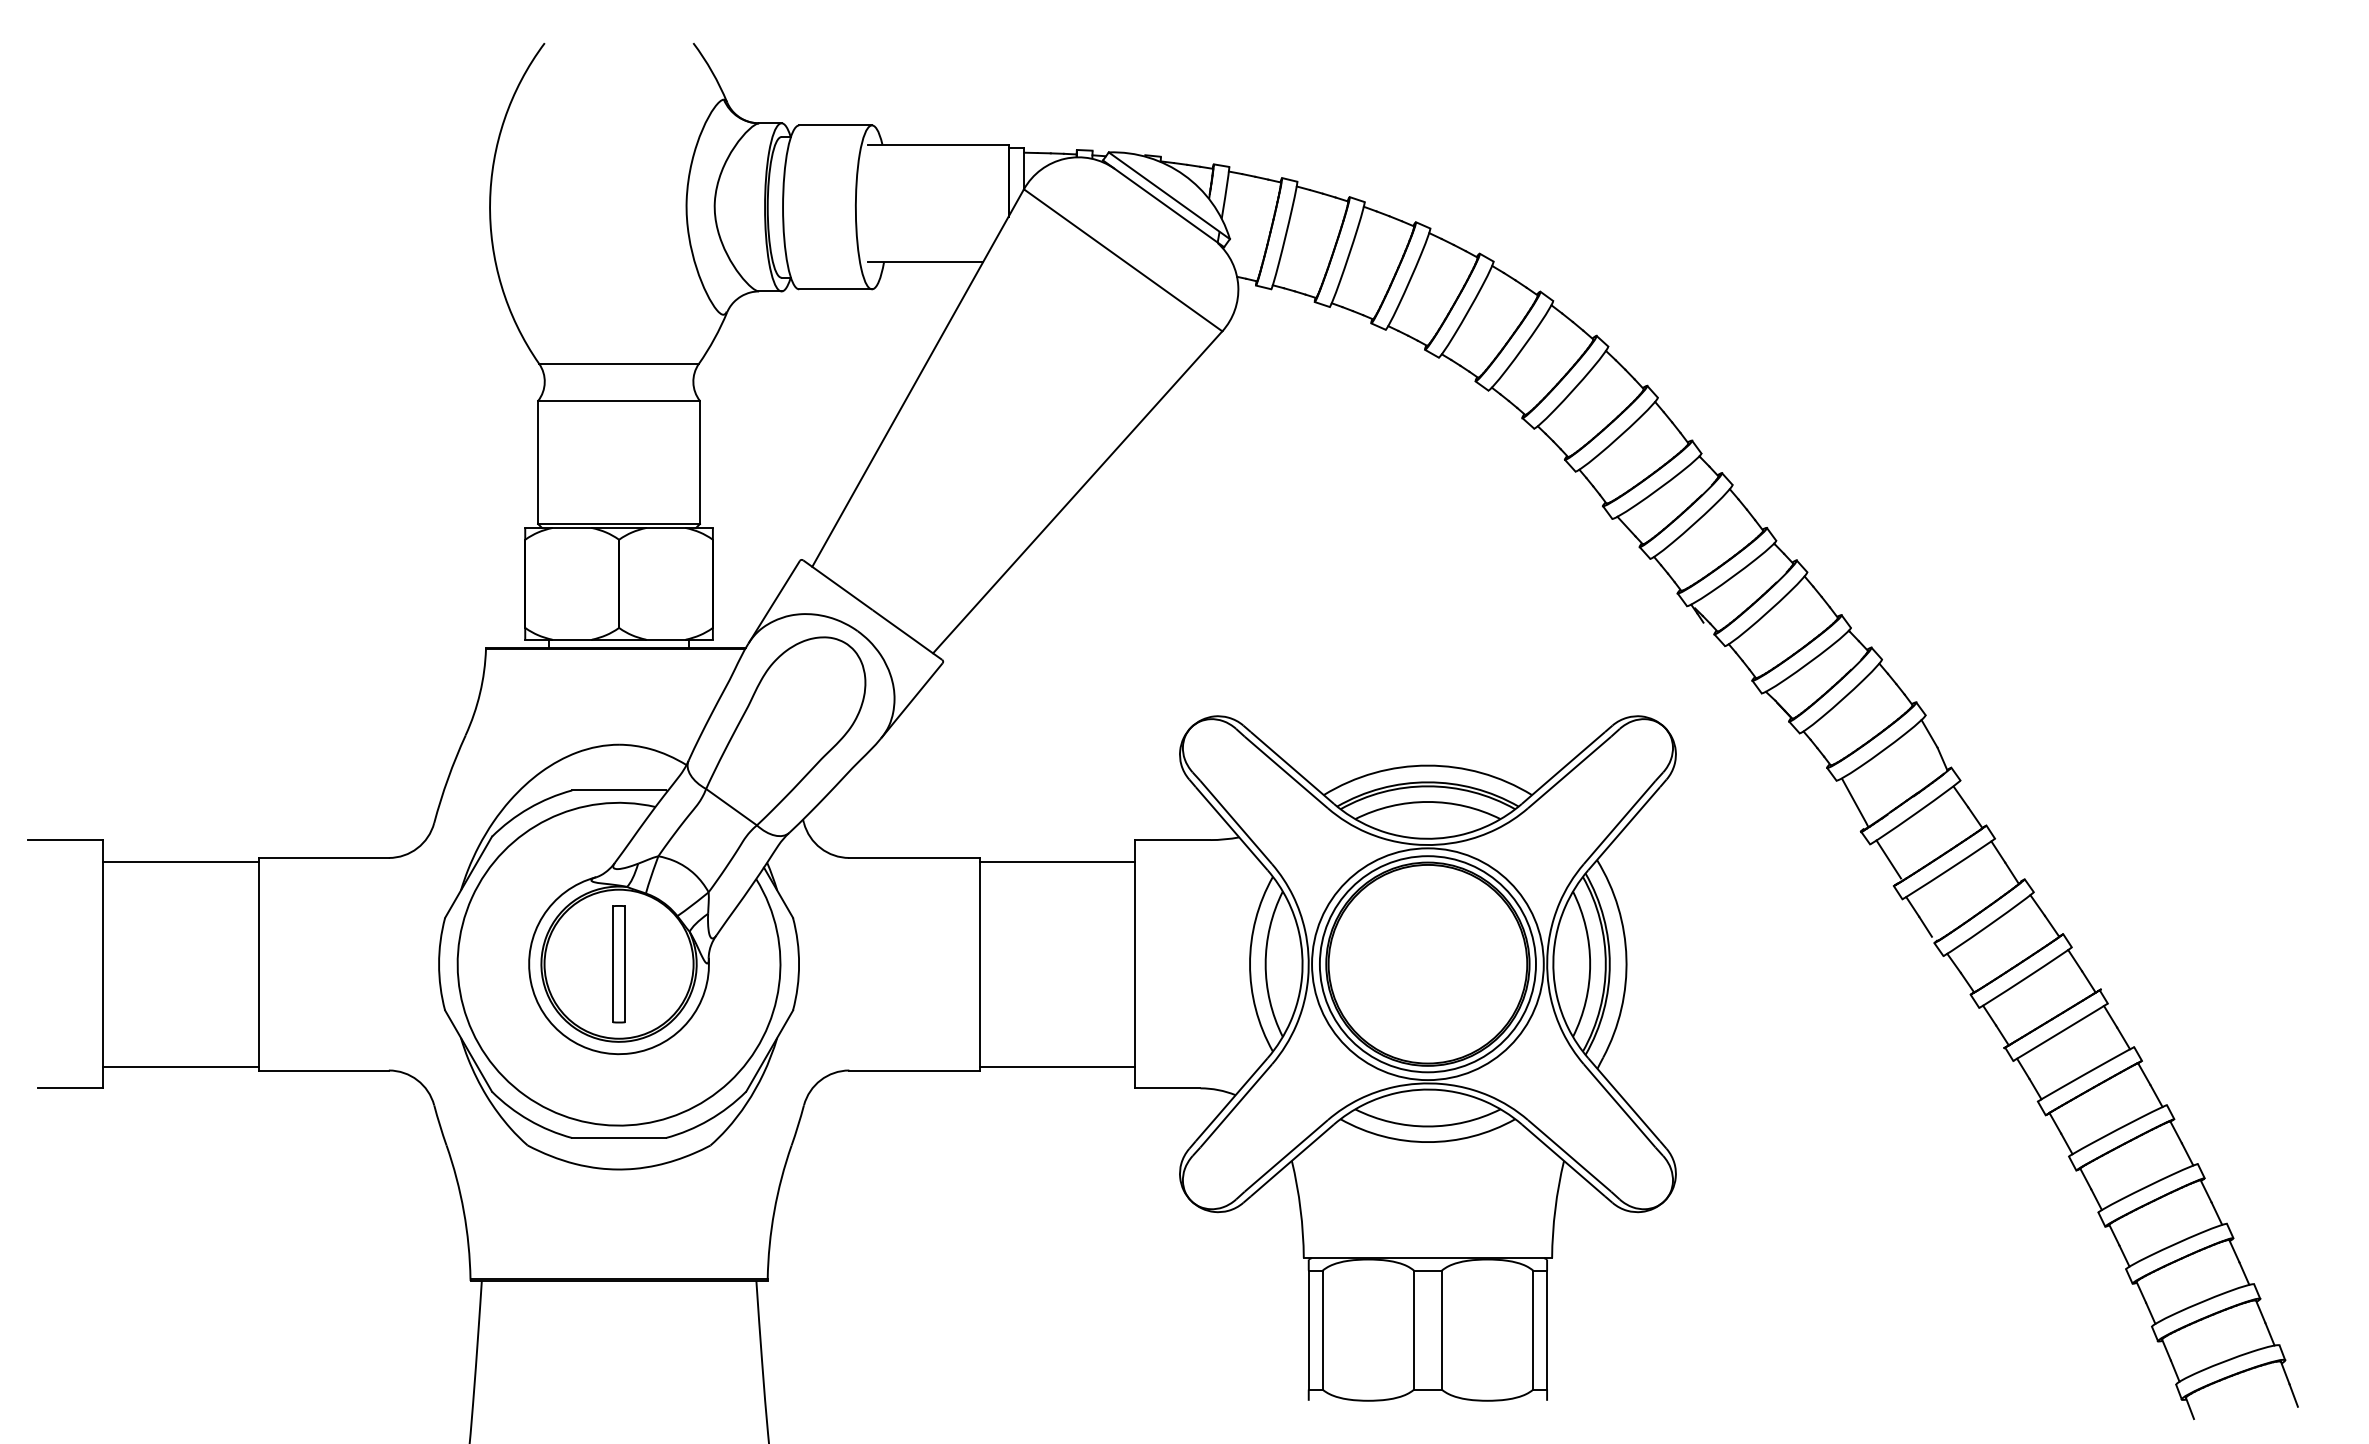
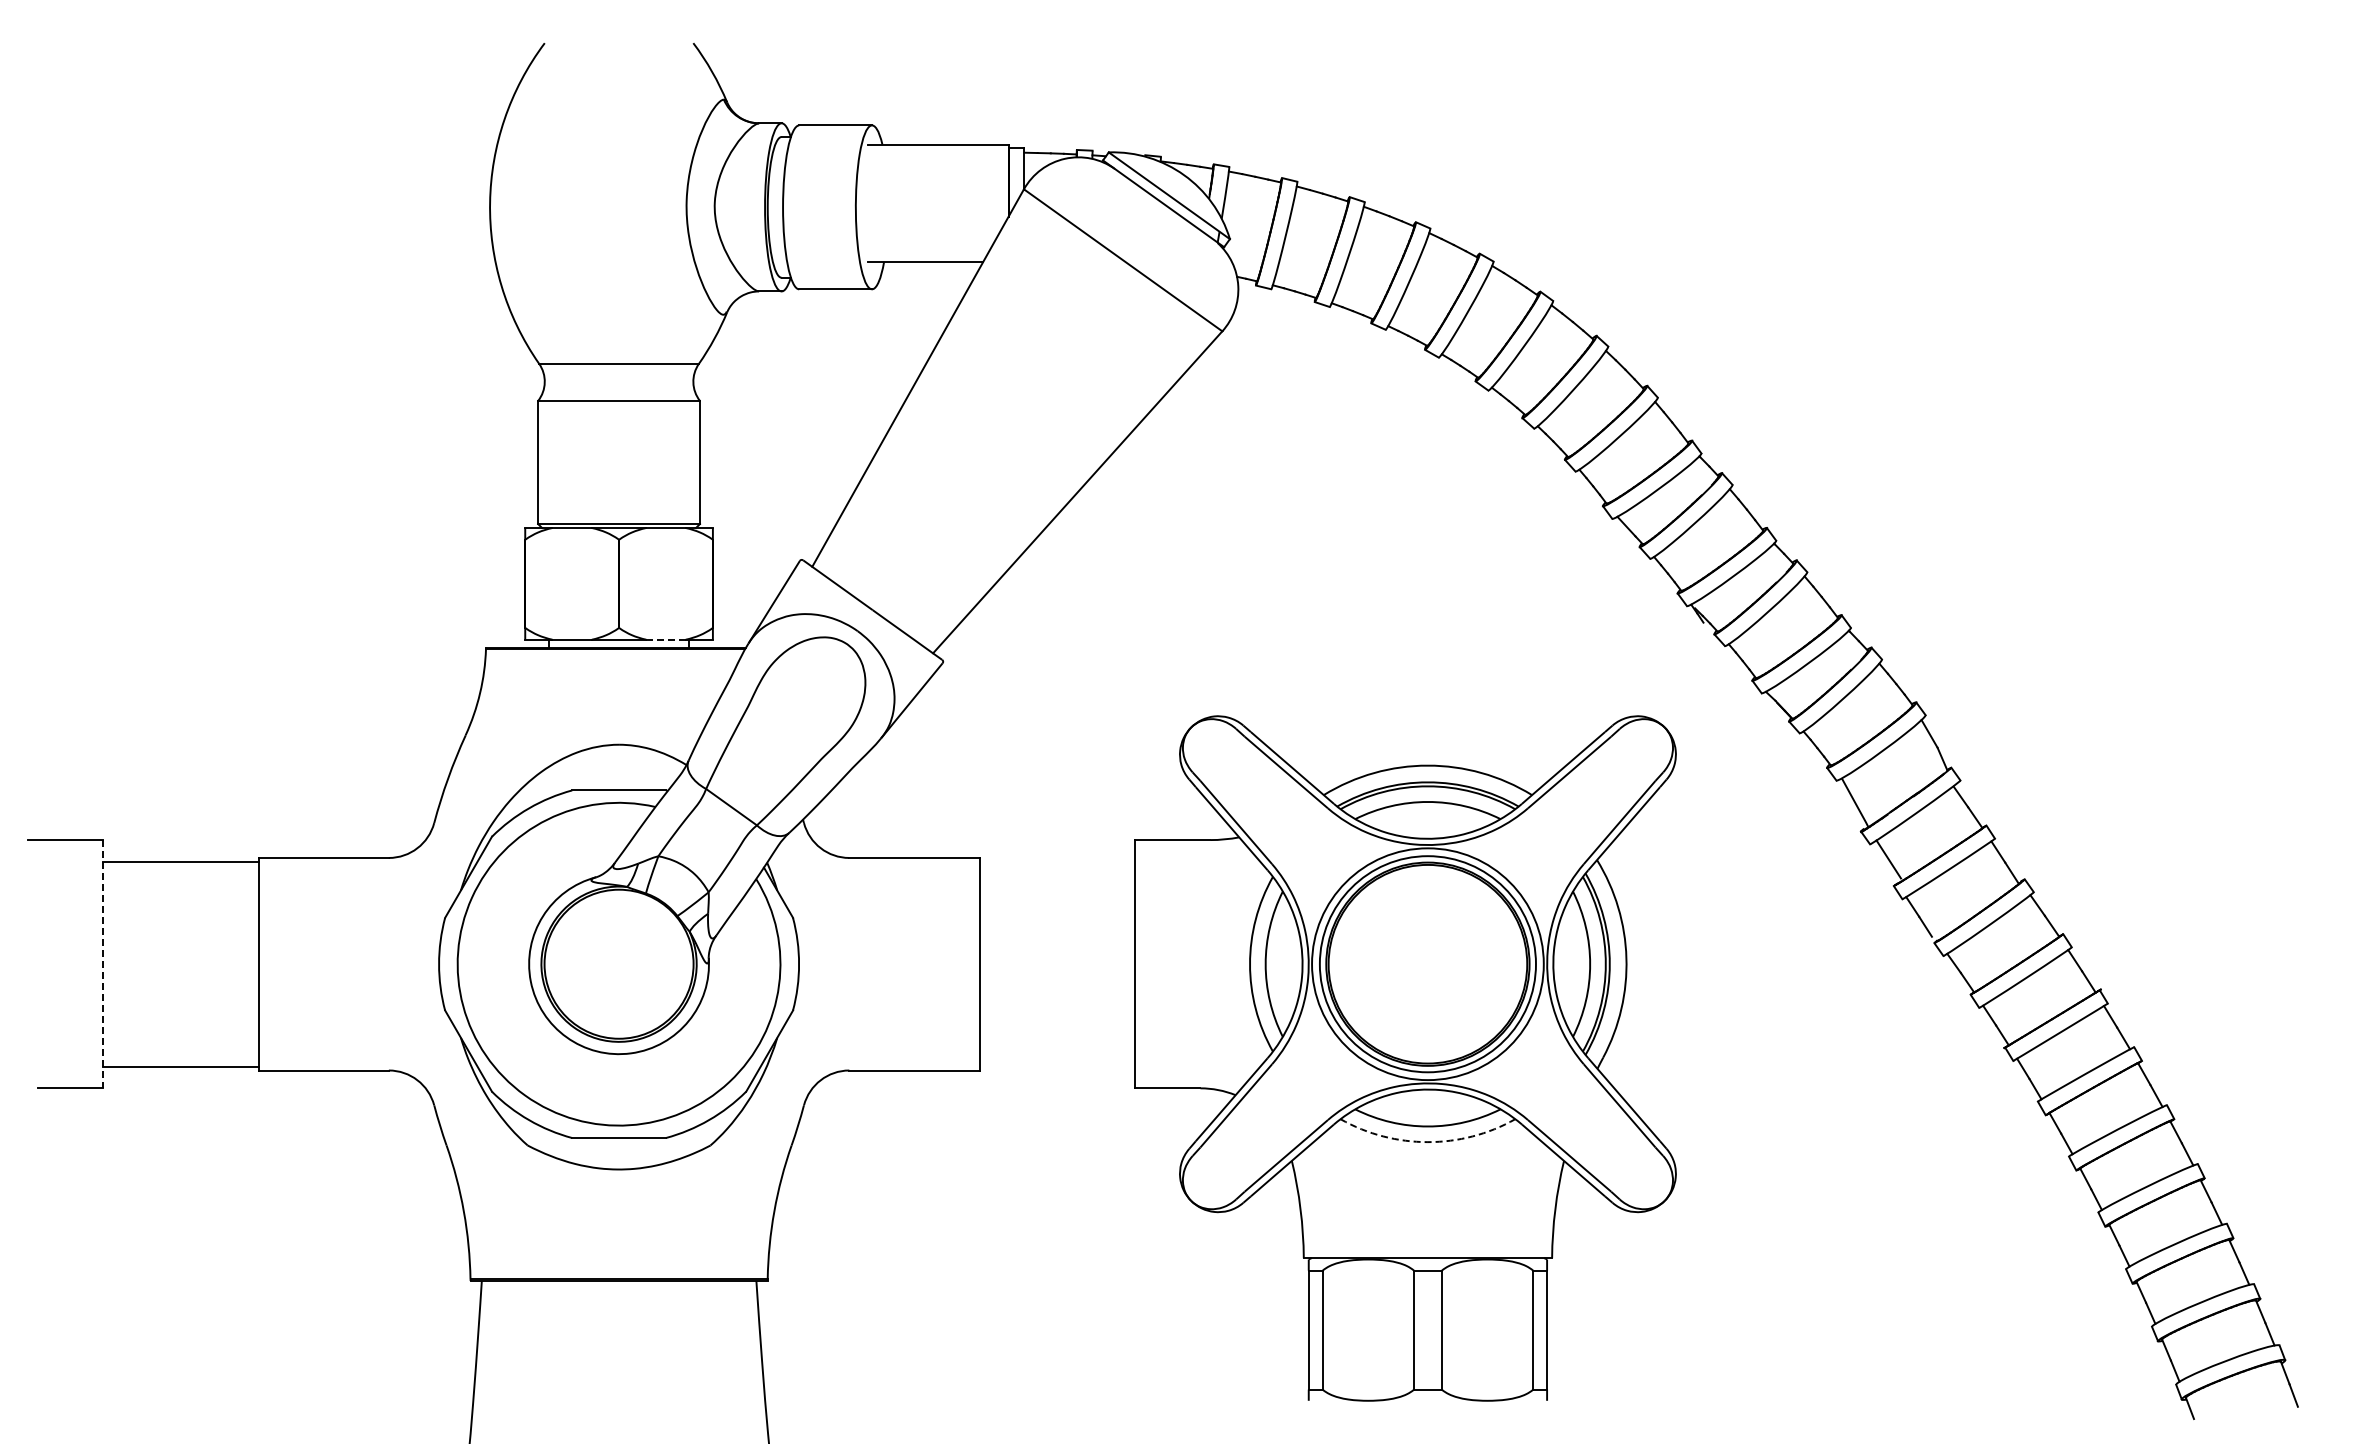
line at (666, 639): solid -> dashed
line at (1057, 861): present -> none
line at (103, 964): solid -> dashed
part at (618, 964): present -> none
line at (1057, 1066): present -> none
arc at (1427, 1142): solid -> dashed
